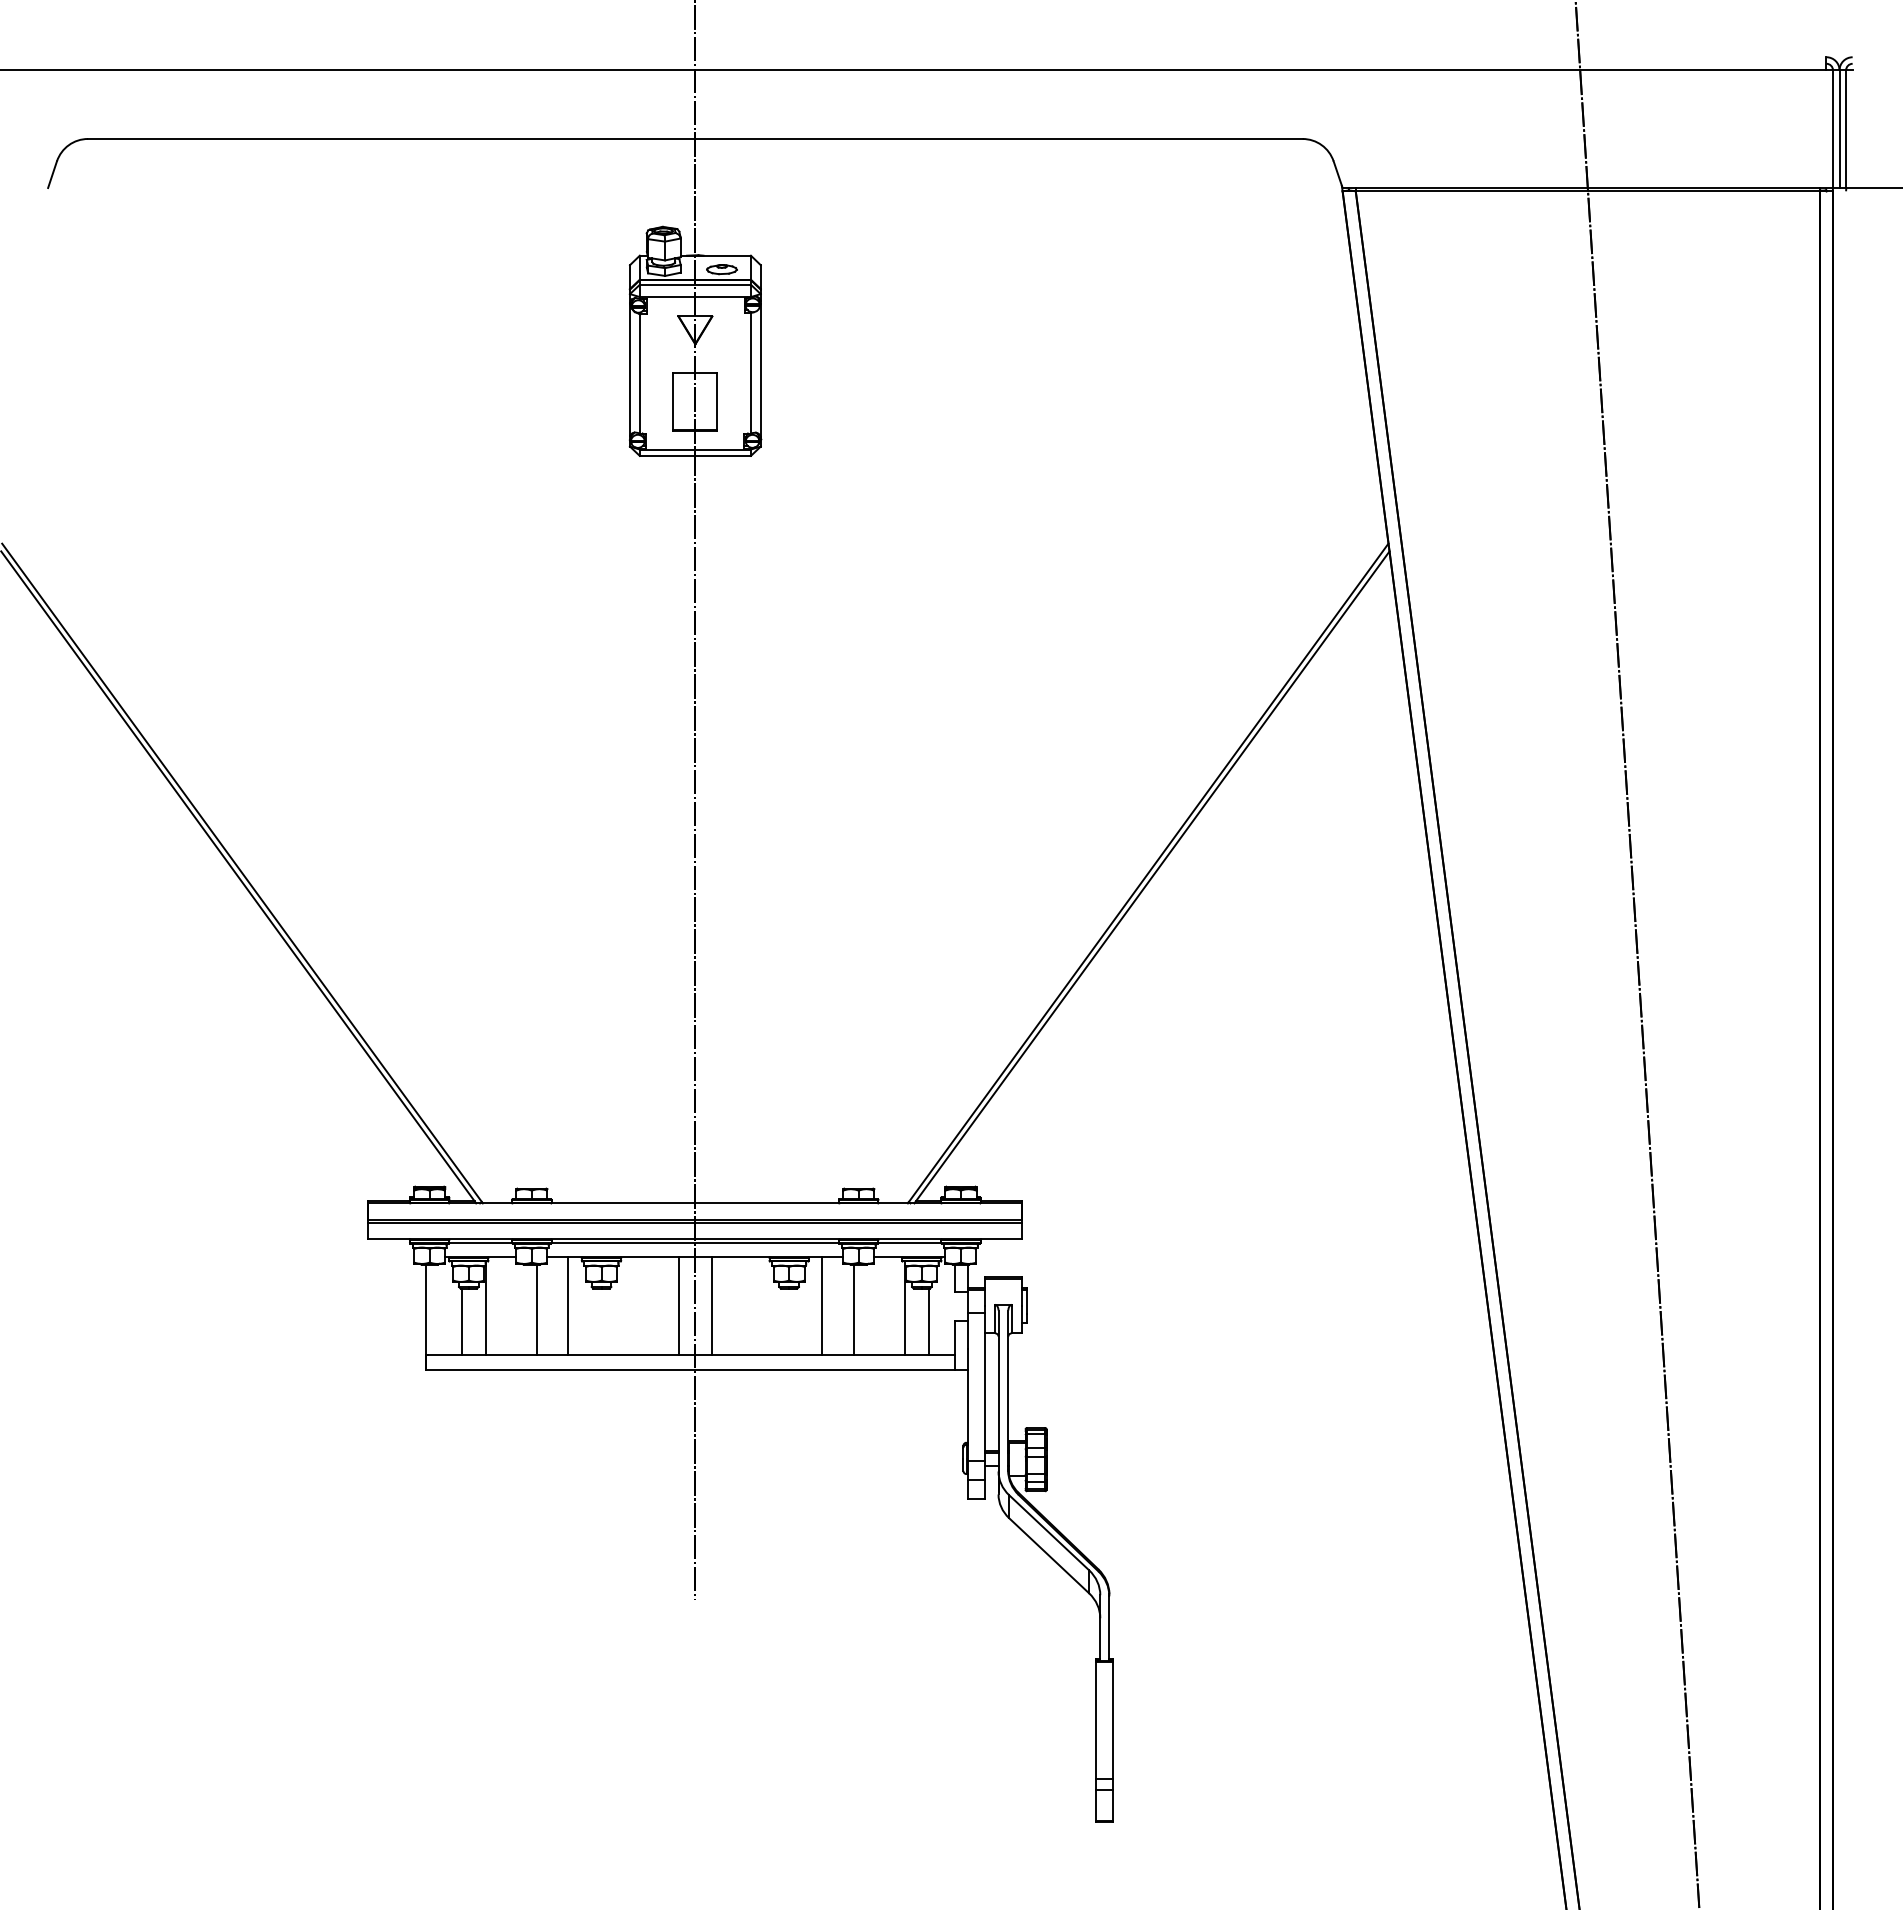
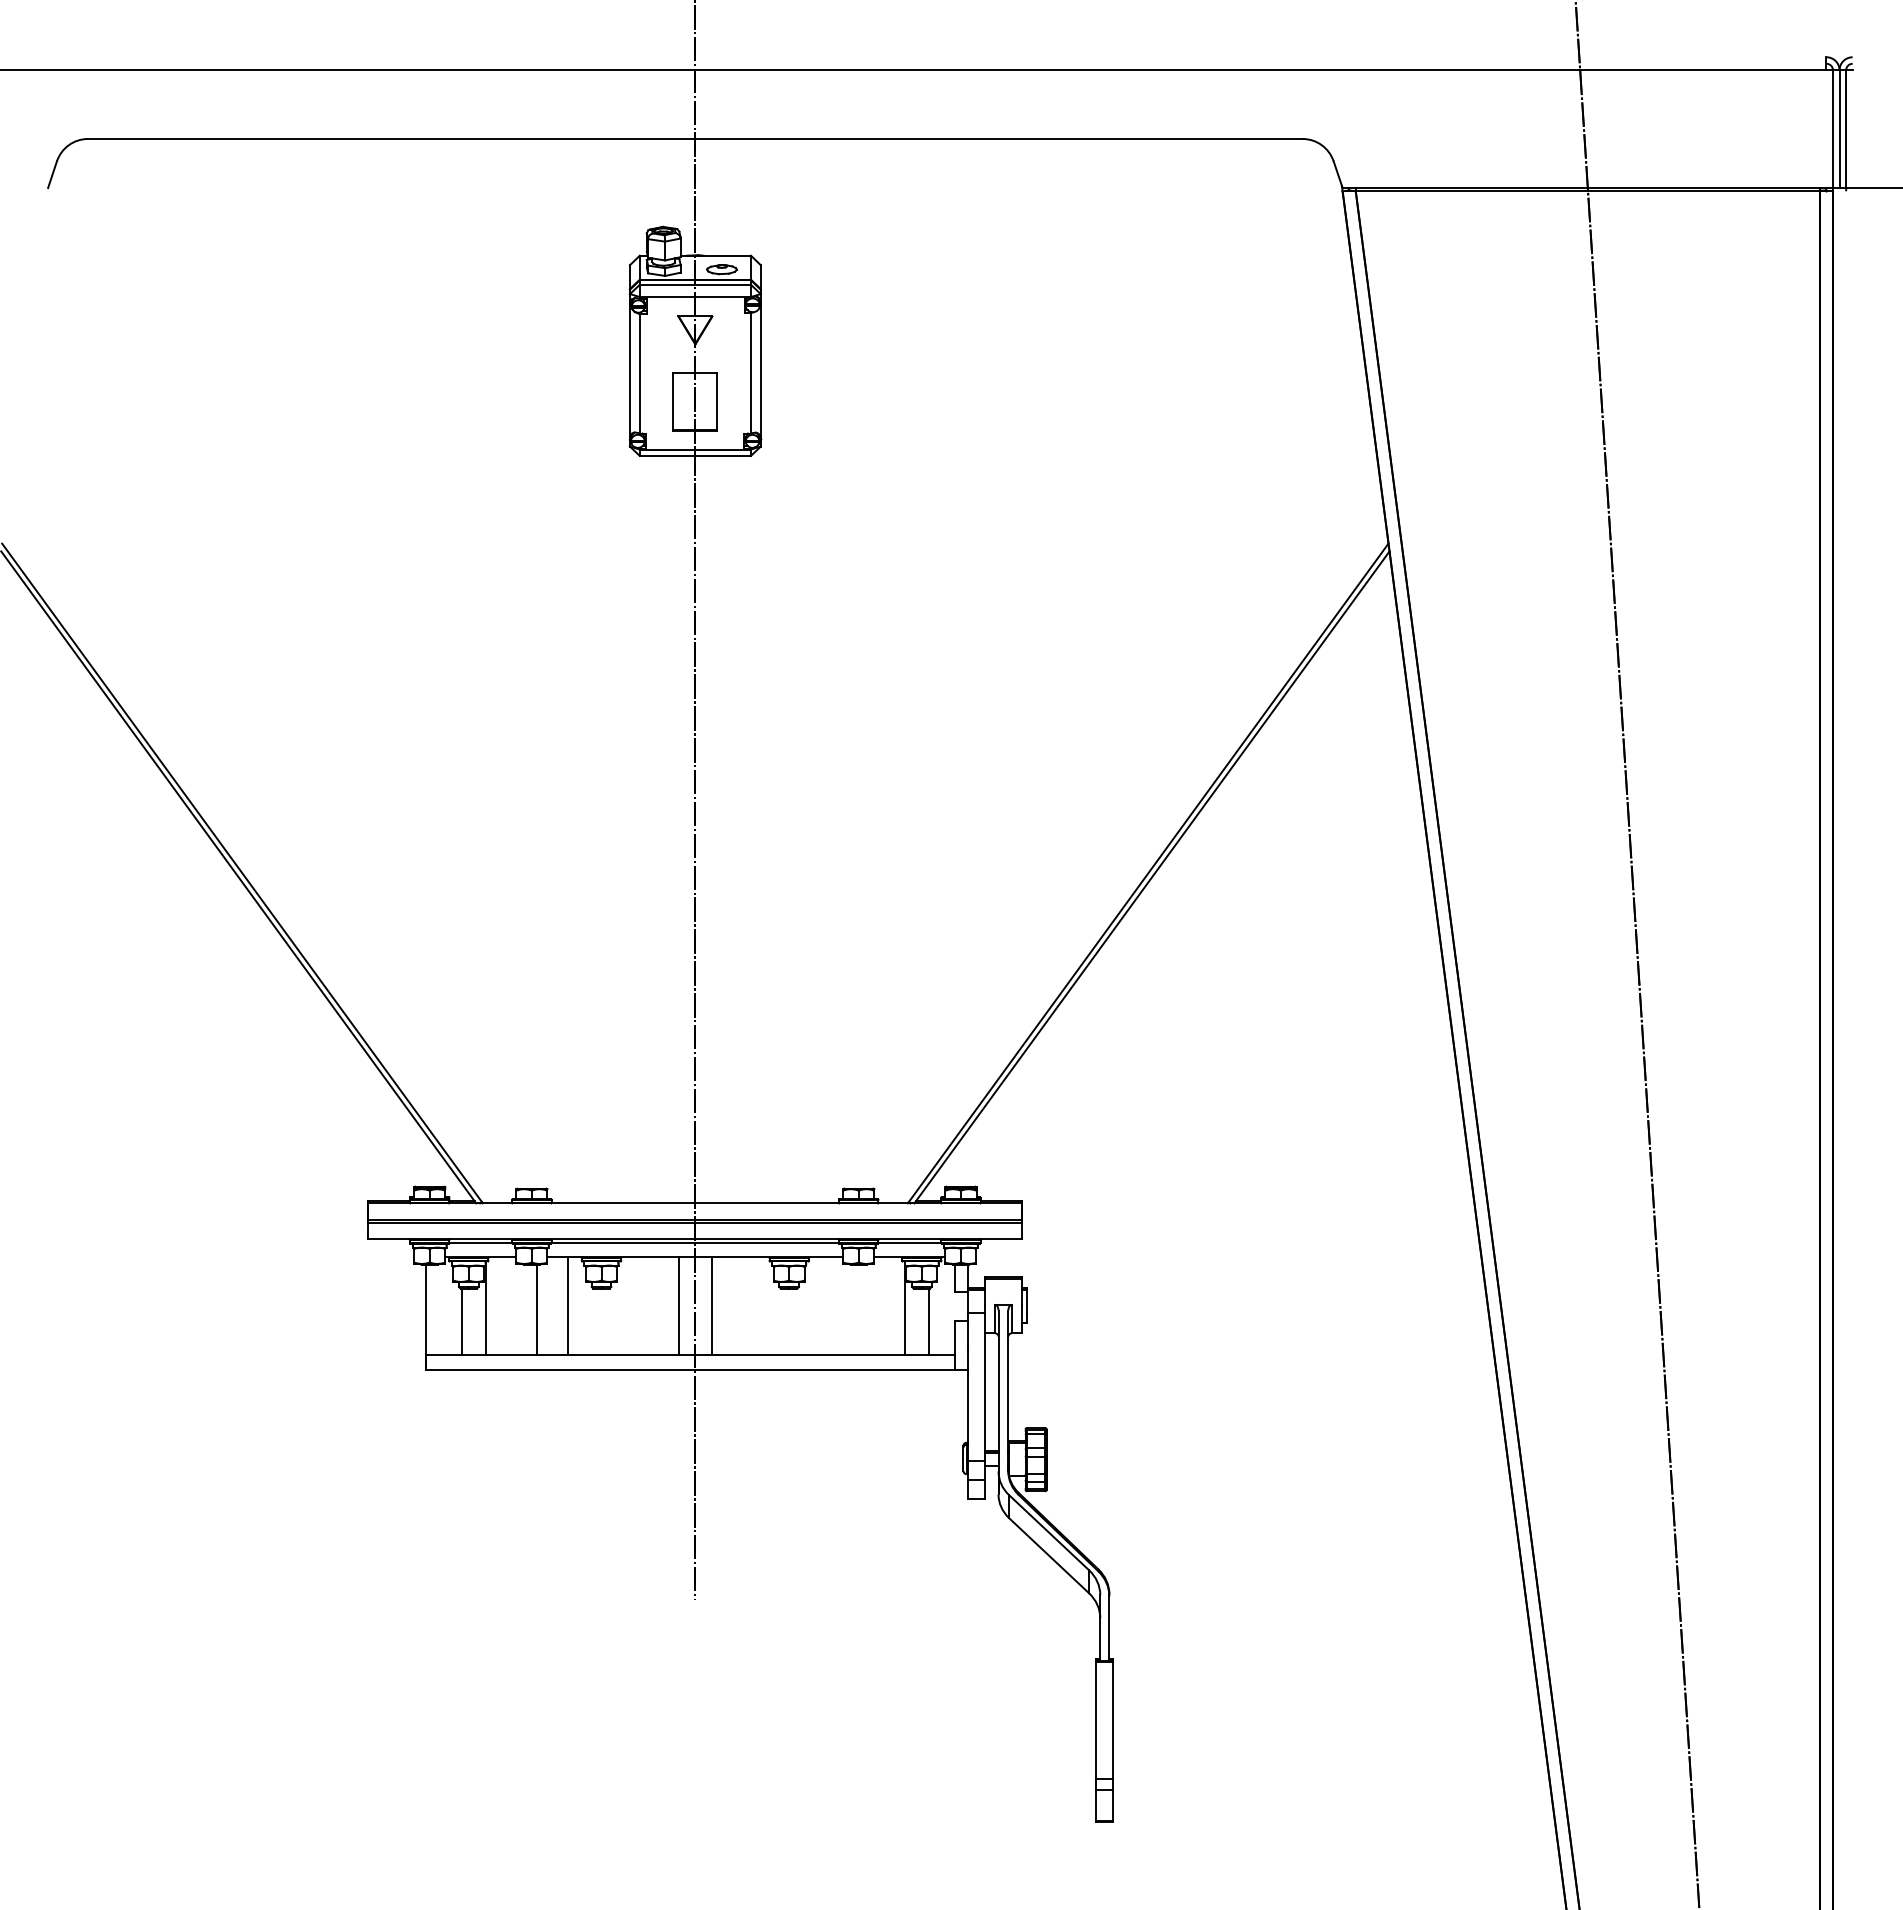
line at (822, 1306): present -> none
line at (853, 1309): present -> none
